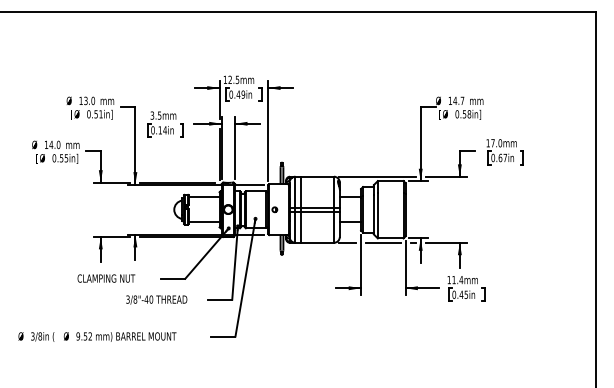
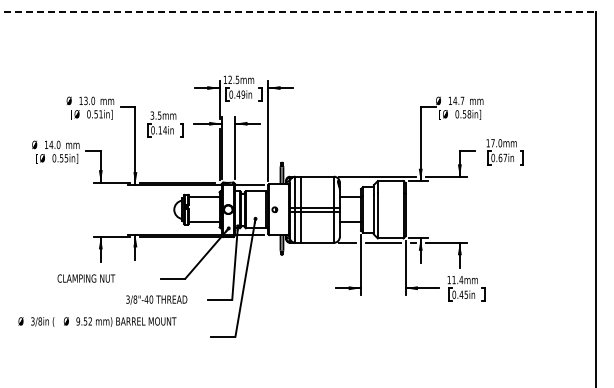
line at (298, 11): solid -> dashed
text at (106, 278) position: (106, 278) -> (86, 278)
text at (97, 336) position: (97, 336) -> (97, 321)
